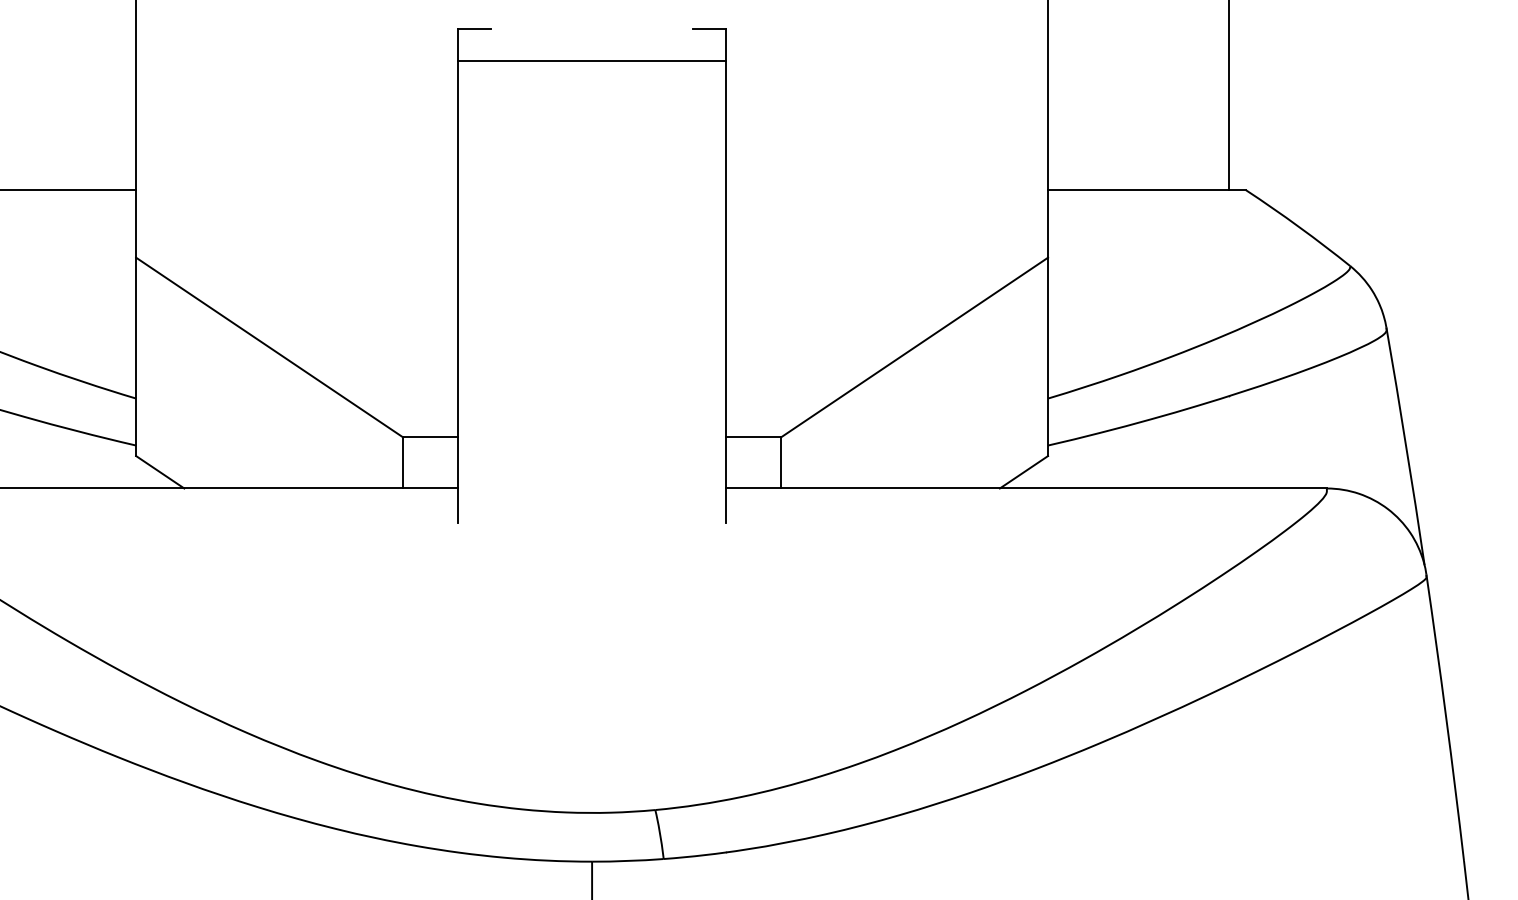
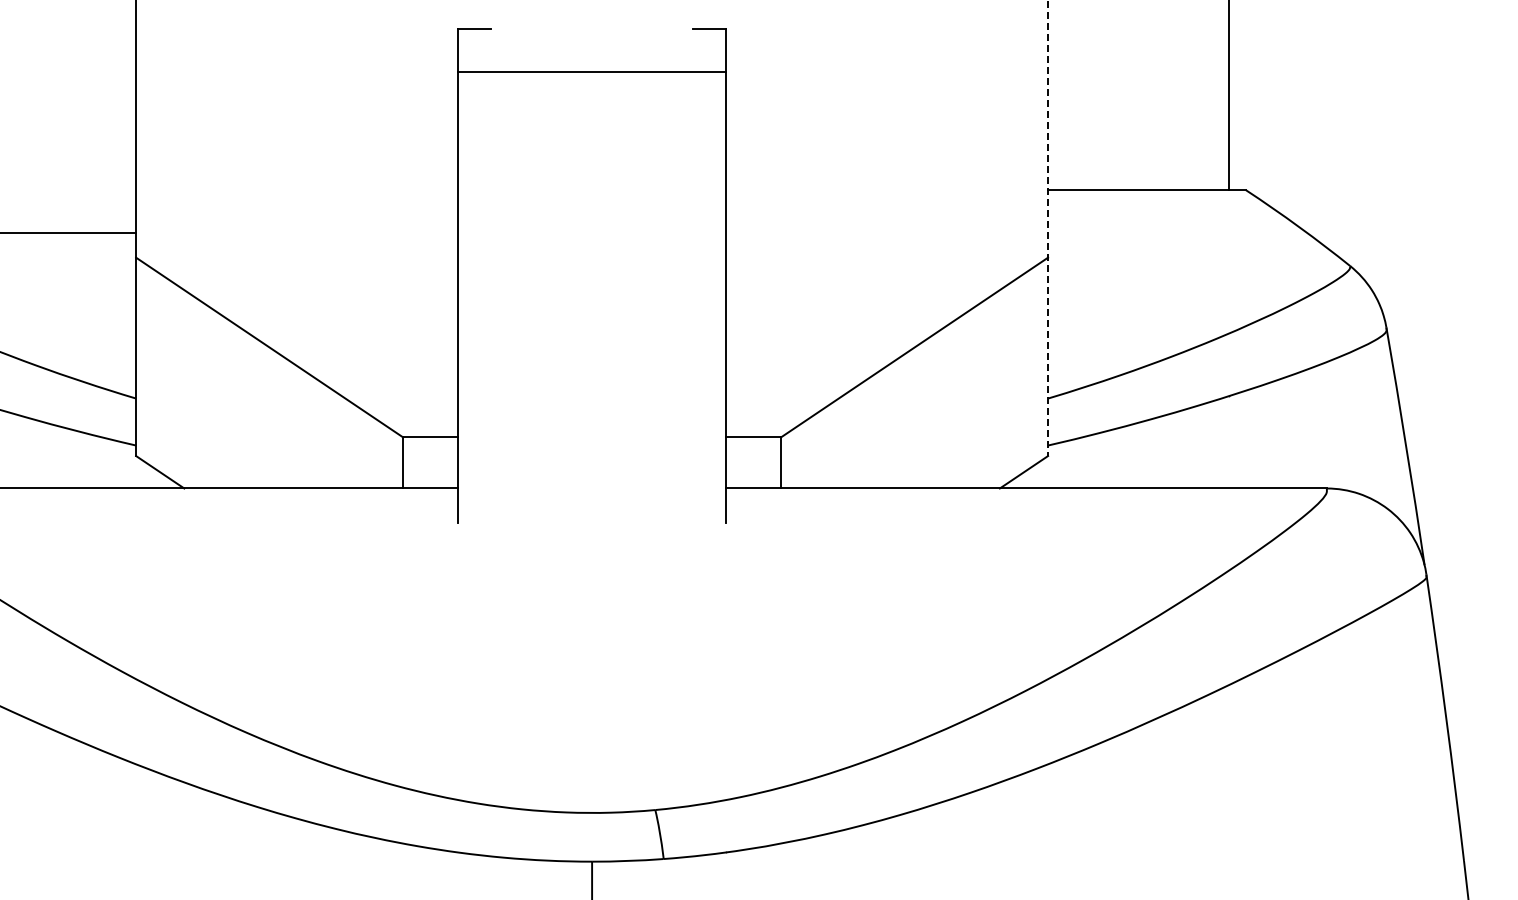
line at (592, 60) position: (592, 60) -> (592, 71)
line at (69, 190) position: (69, 190) -> (69, 233)
line at (1048, 228): solid -> dashed
